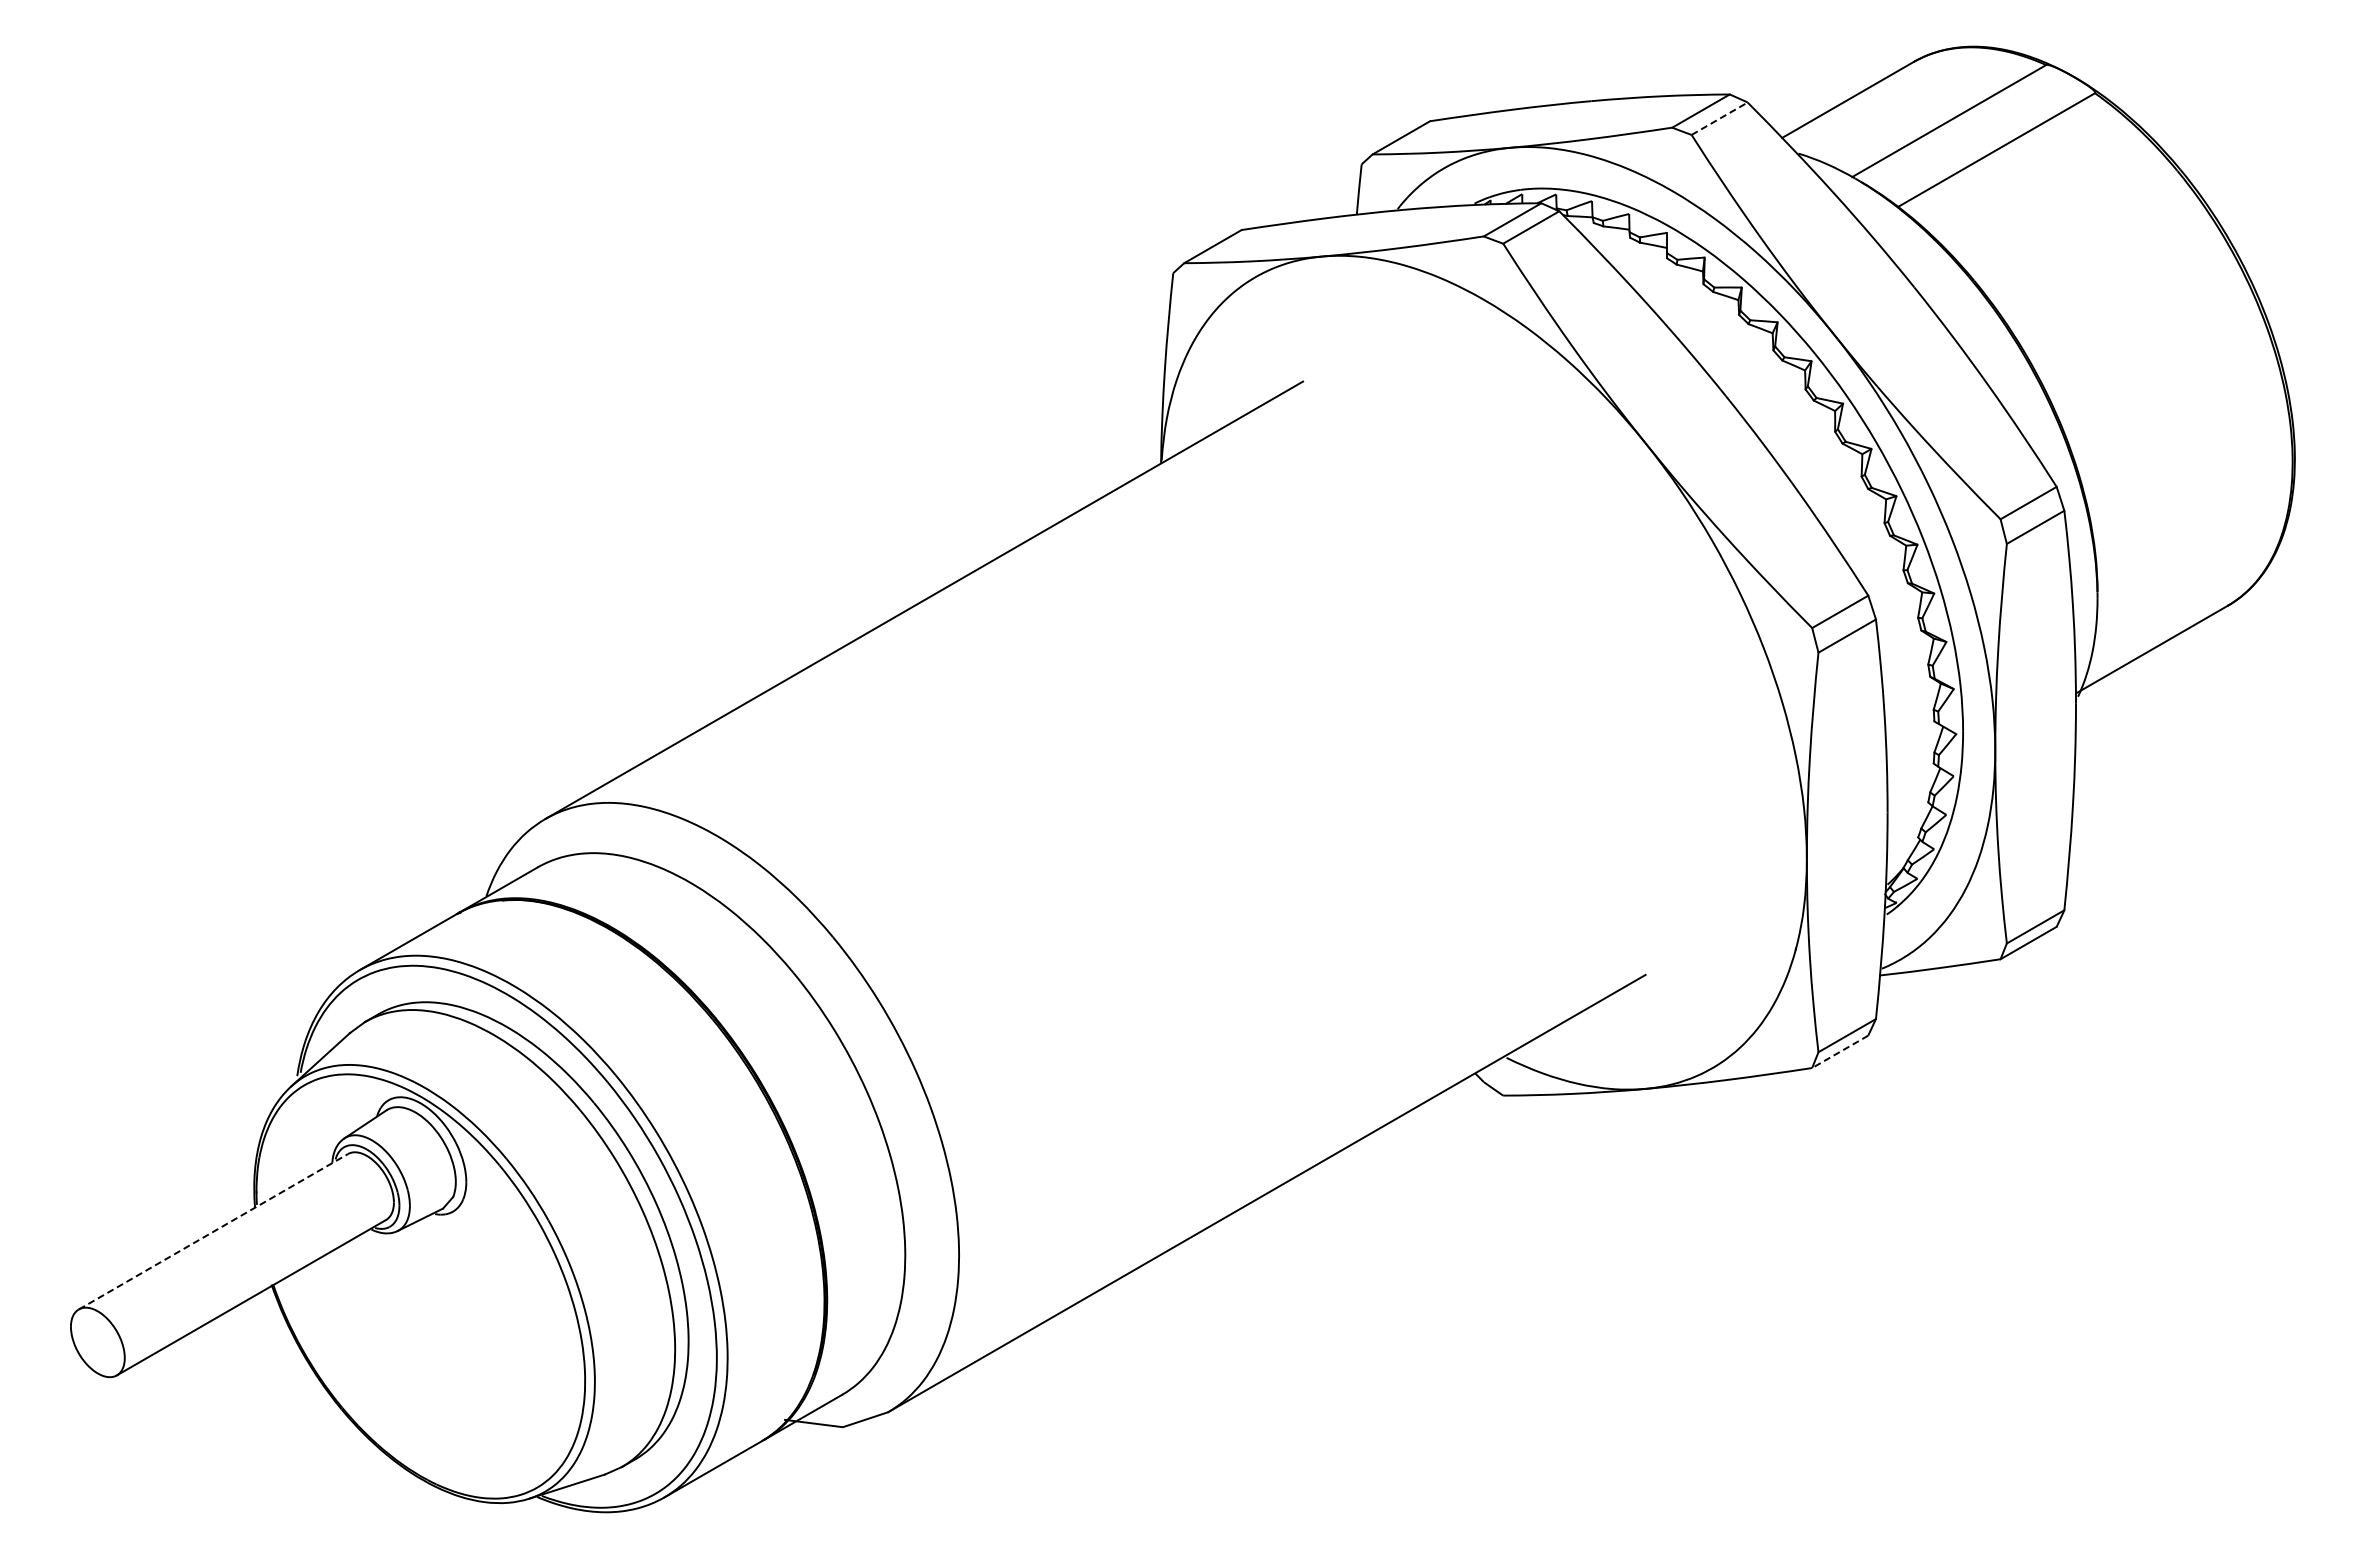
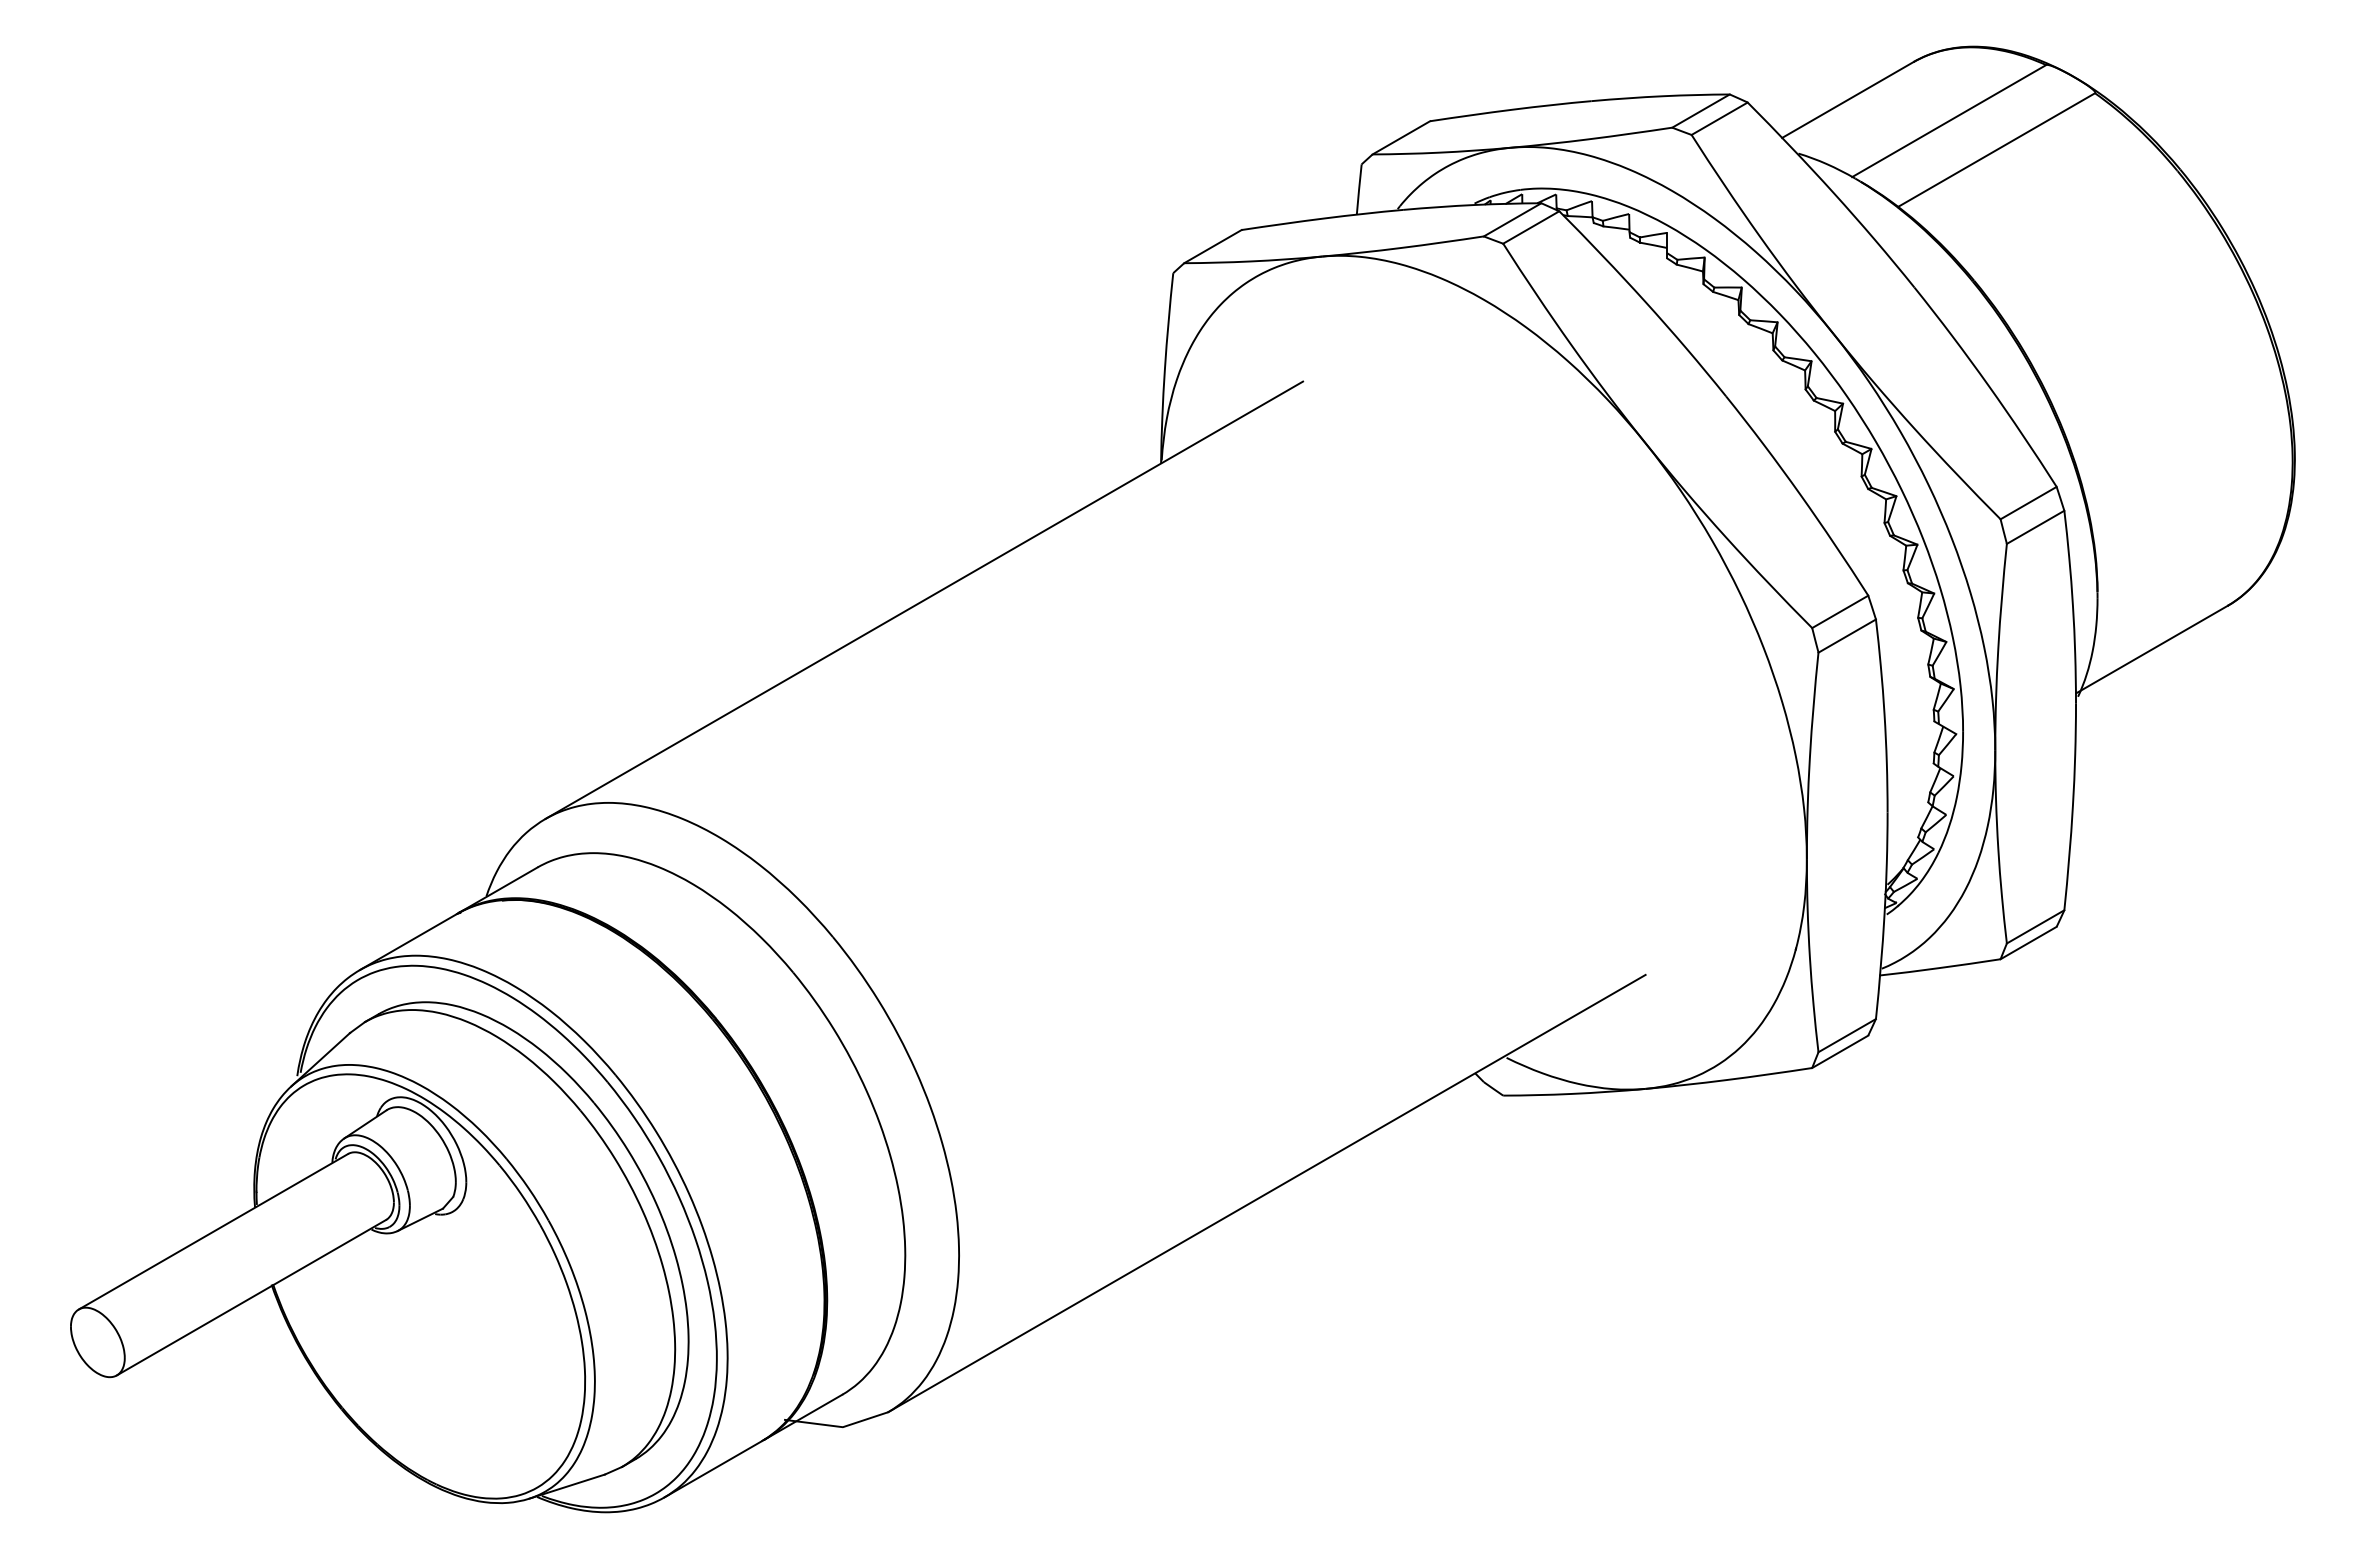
line at (1720, 118): dashed -> solid
line at (1839, 1052): dashed -> solid
line at (213, 1231): dashed -> solid
